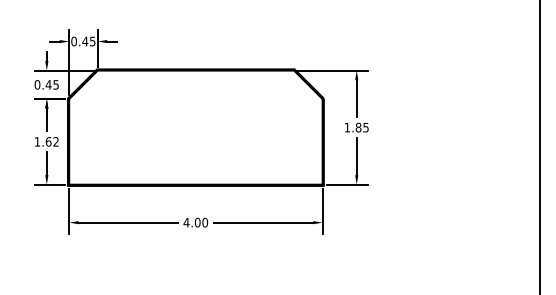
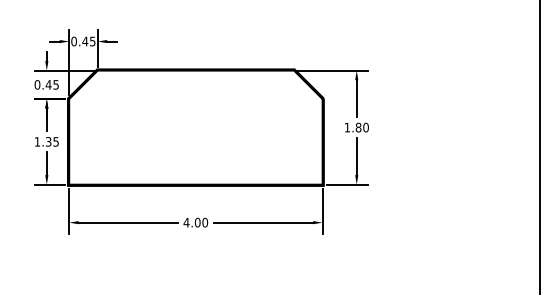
text at (365, 127): 1.85 -> 1.80
text at (51, 141): 1.62 -> 1.35
